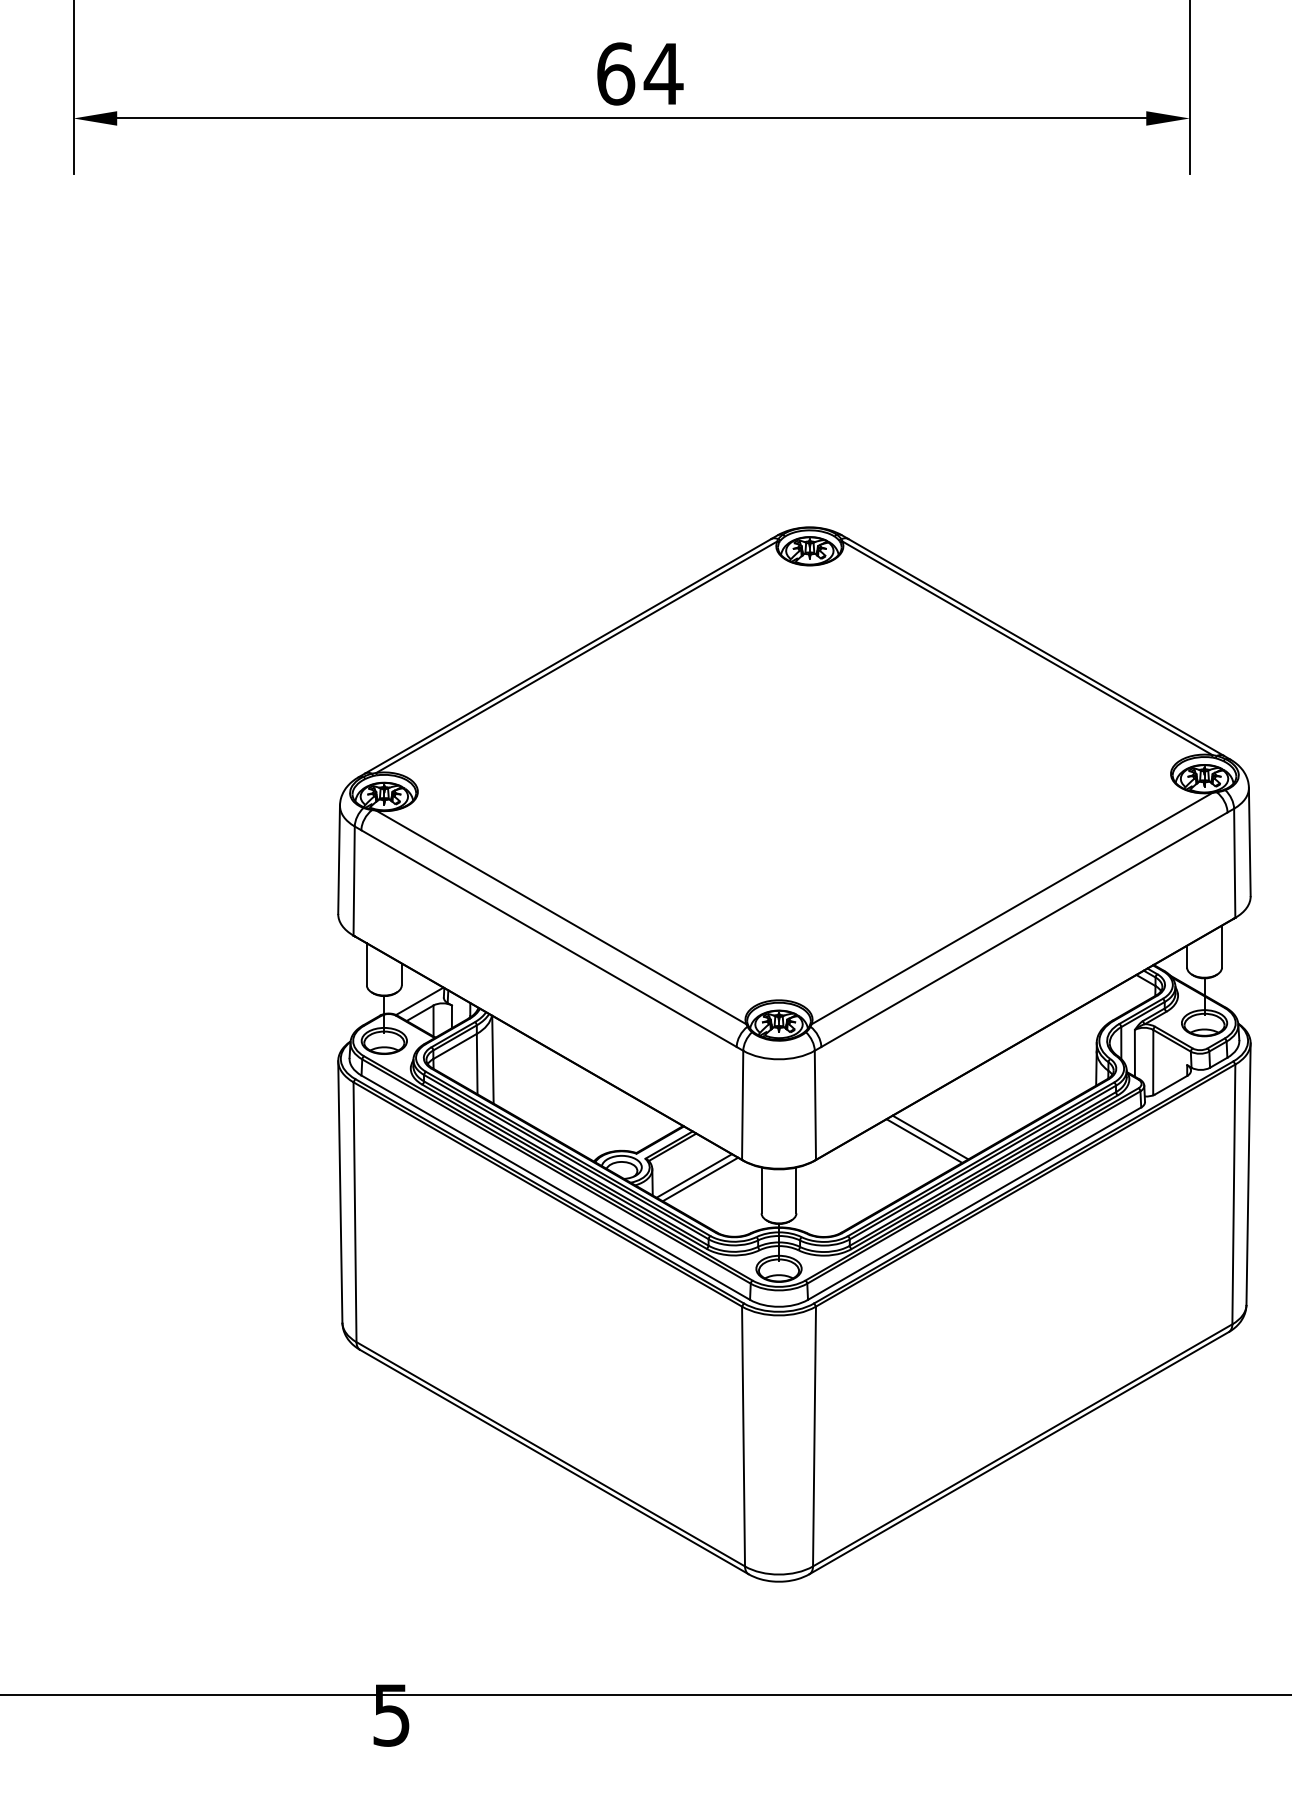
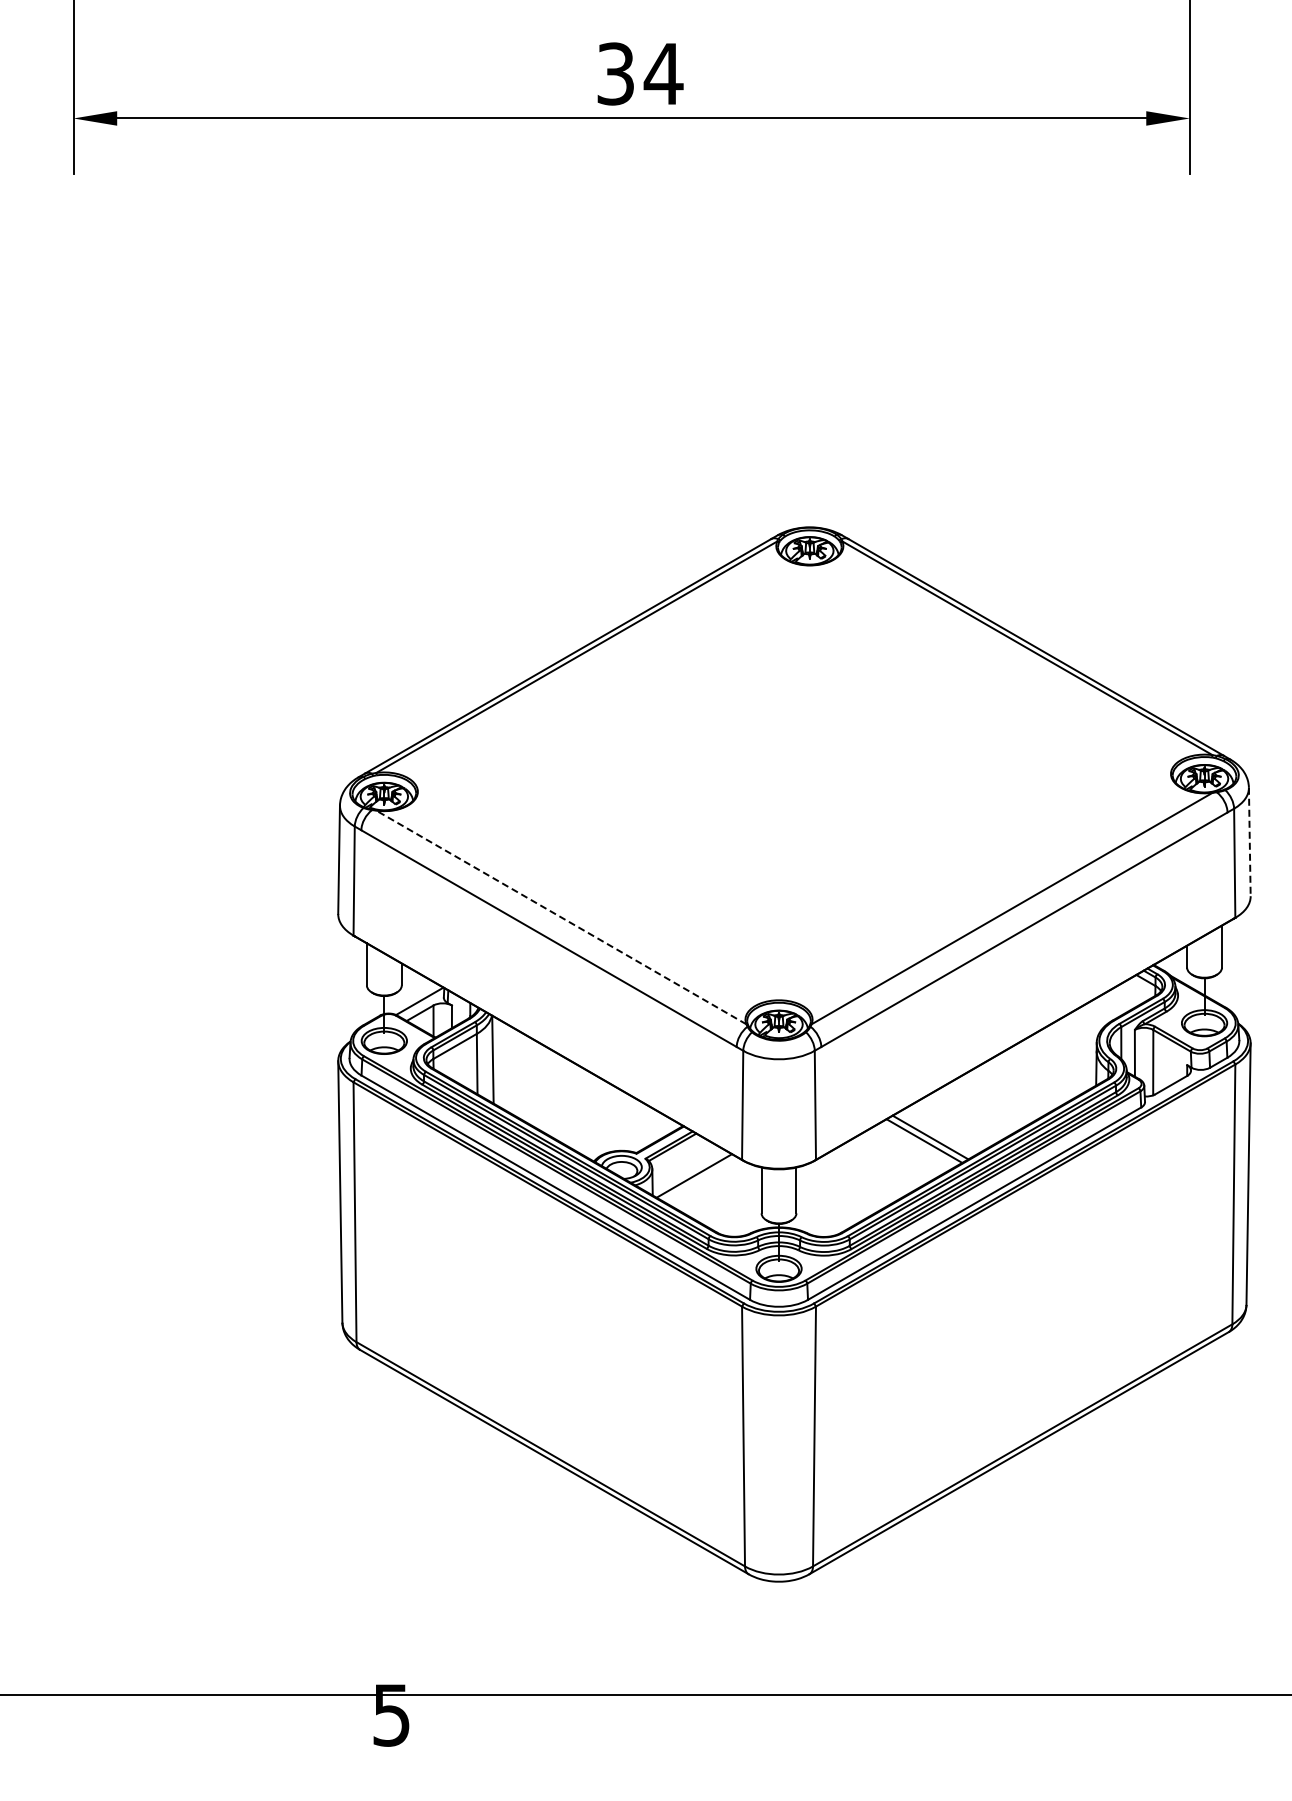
text at (616, 73): 64 -> 34
line at (1249, 842): solid -> dashed
line at (561, 917): solid -> dashed
line at (700, 1179): present -> none
